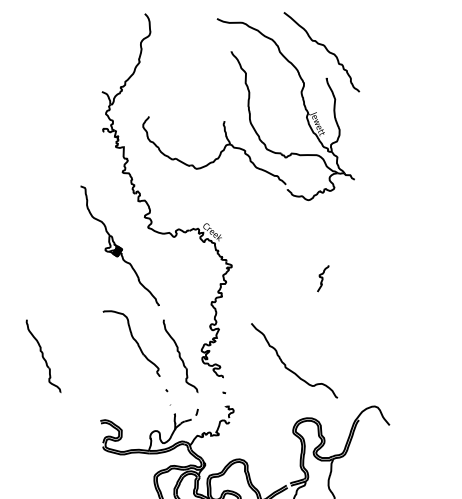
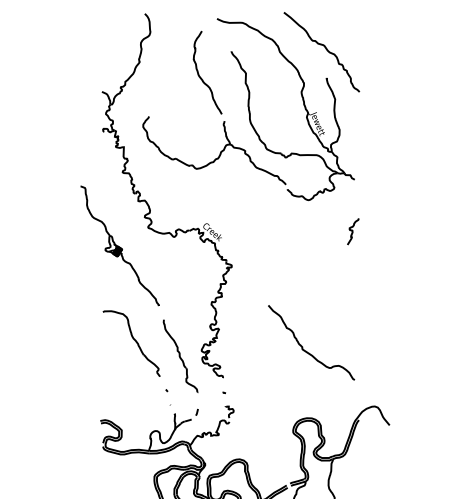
curve at (201, 77): none -> present
curve at (323, 278) position: (323, 278) -> (353, 231)
part at (43, 355): present -> none
curve at (286, 365) position: (286, 365) -> (303, 347)
